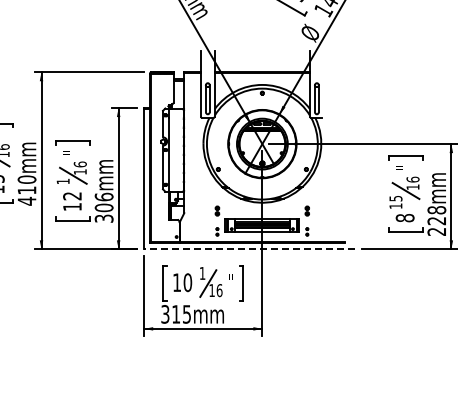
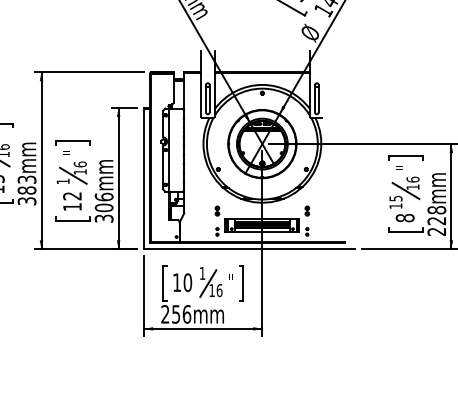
text at (26, 190): 410mm -> 383mm
line at (249, 249): dashed -> solid
text at (176, 314): 315mm -> 256mm
